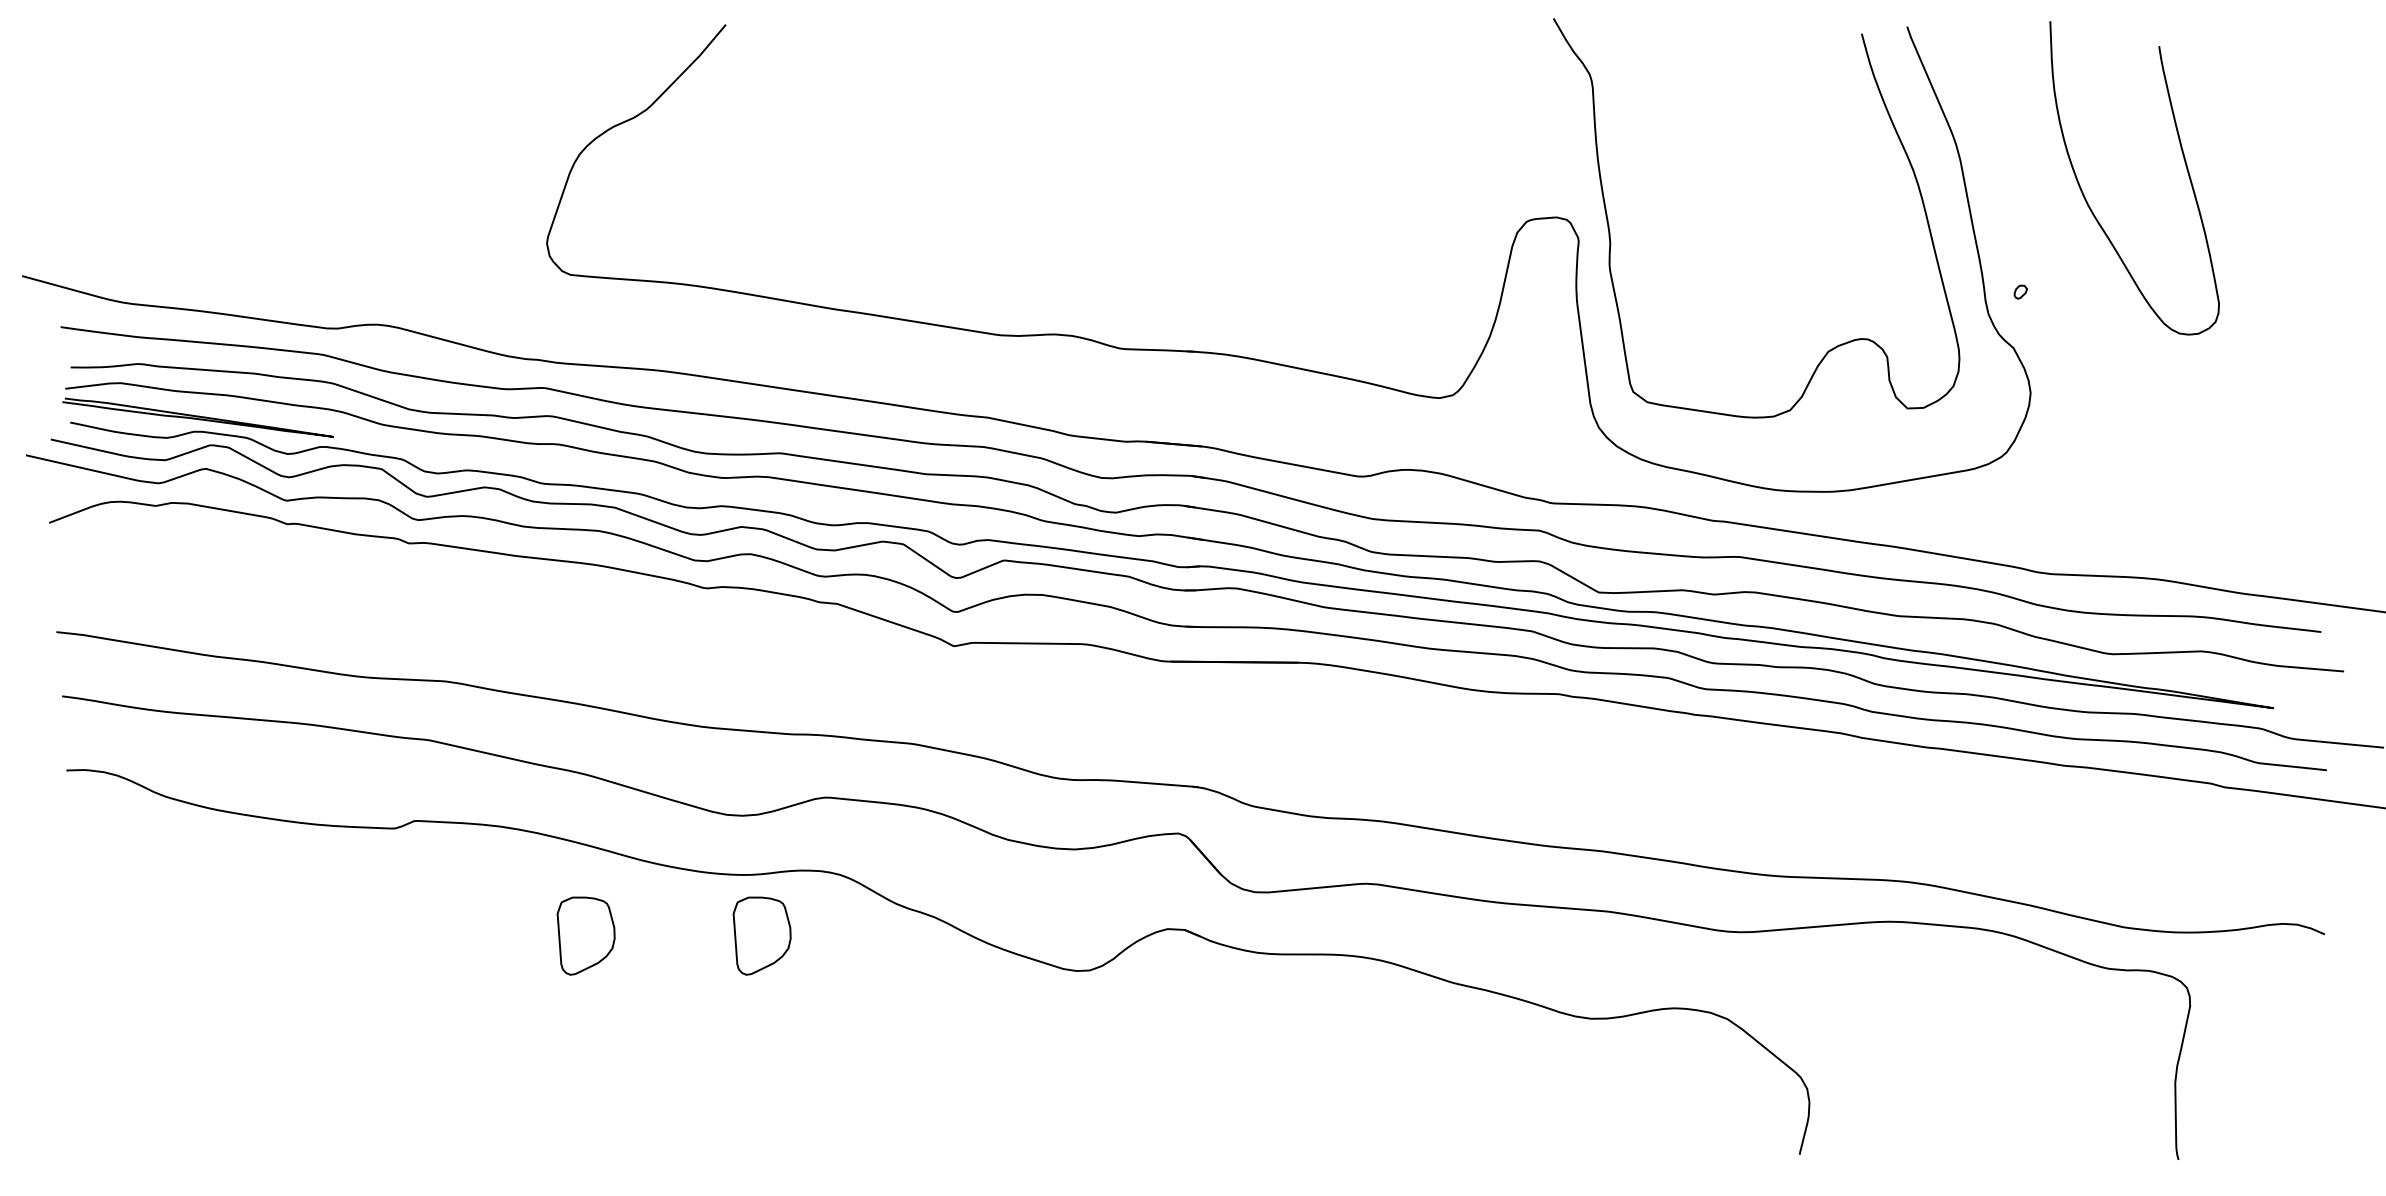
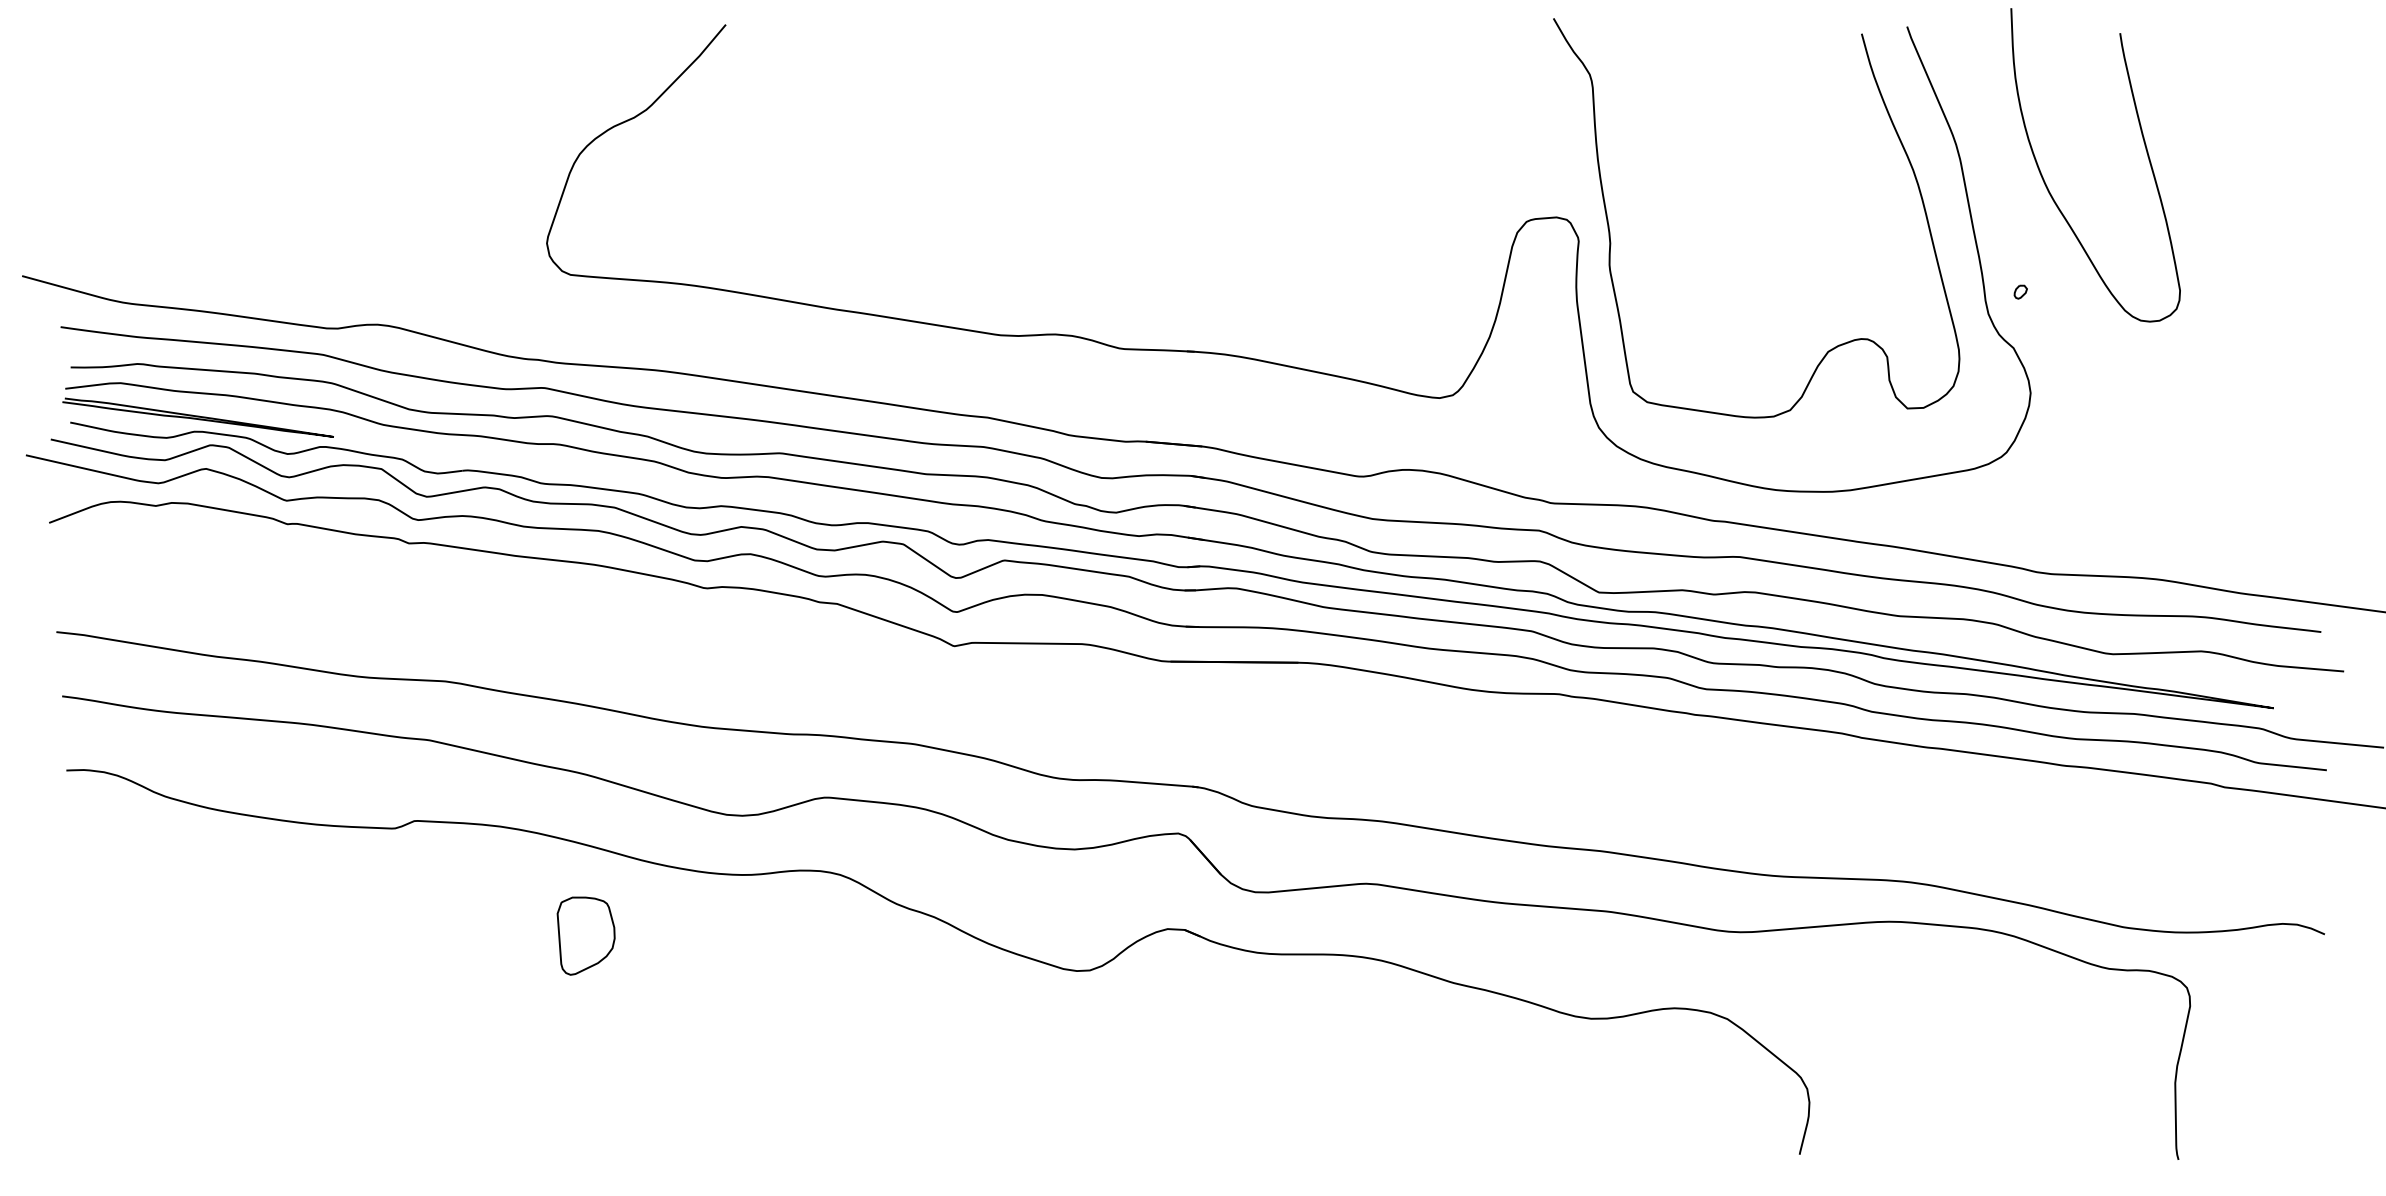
curve at (2087, 201) position: (2087, 201) -> (2048, 188)
part at (761, 935): present -> none
